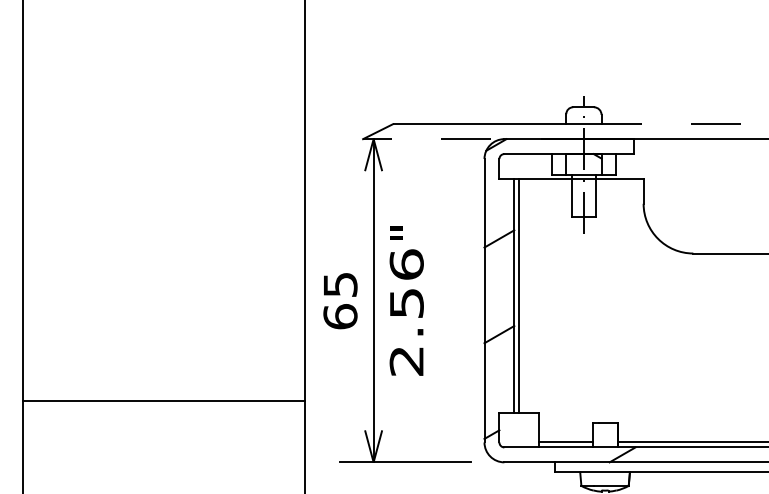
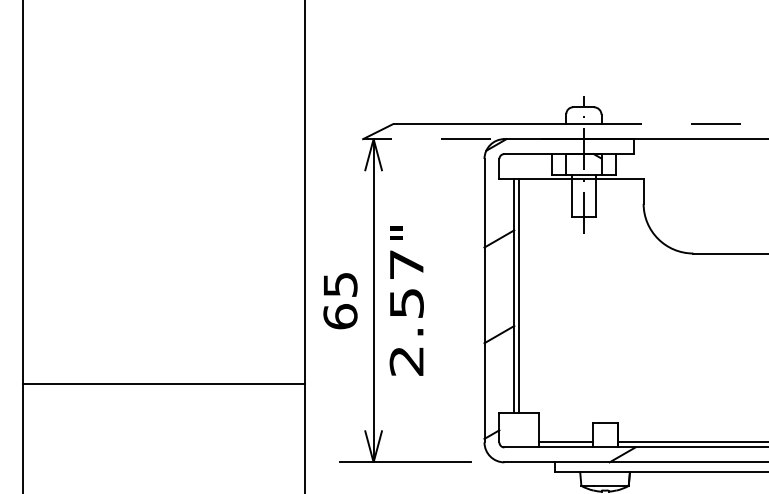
text at (406, 264): 2.56 -> 2.57
line at (163, 401) position: (163, 401) -> (163, 384)
